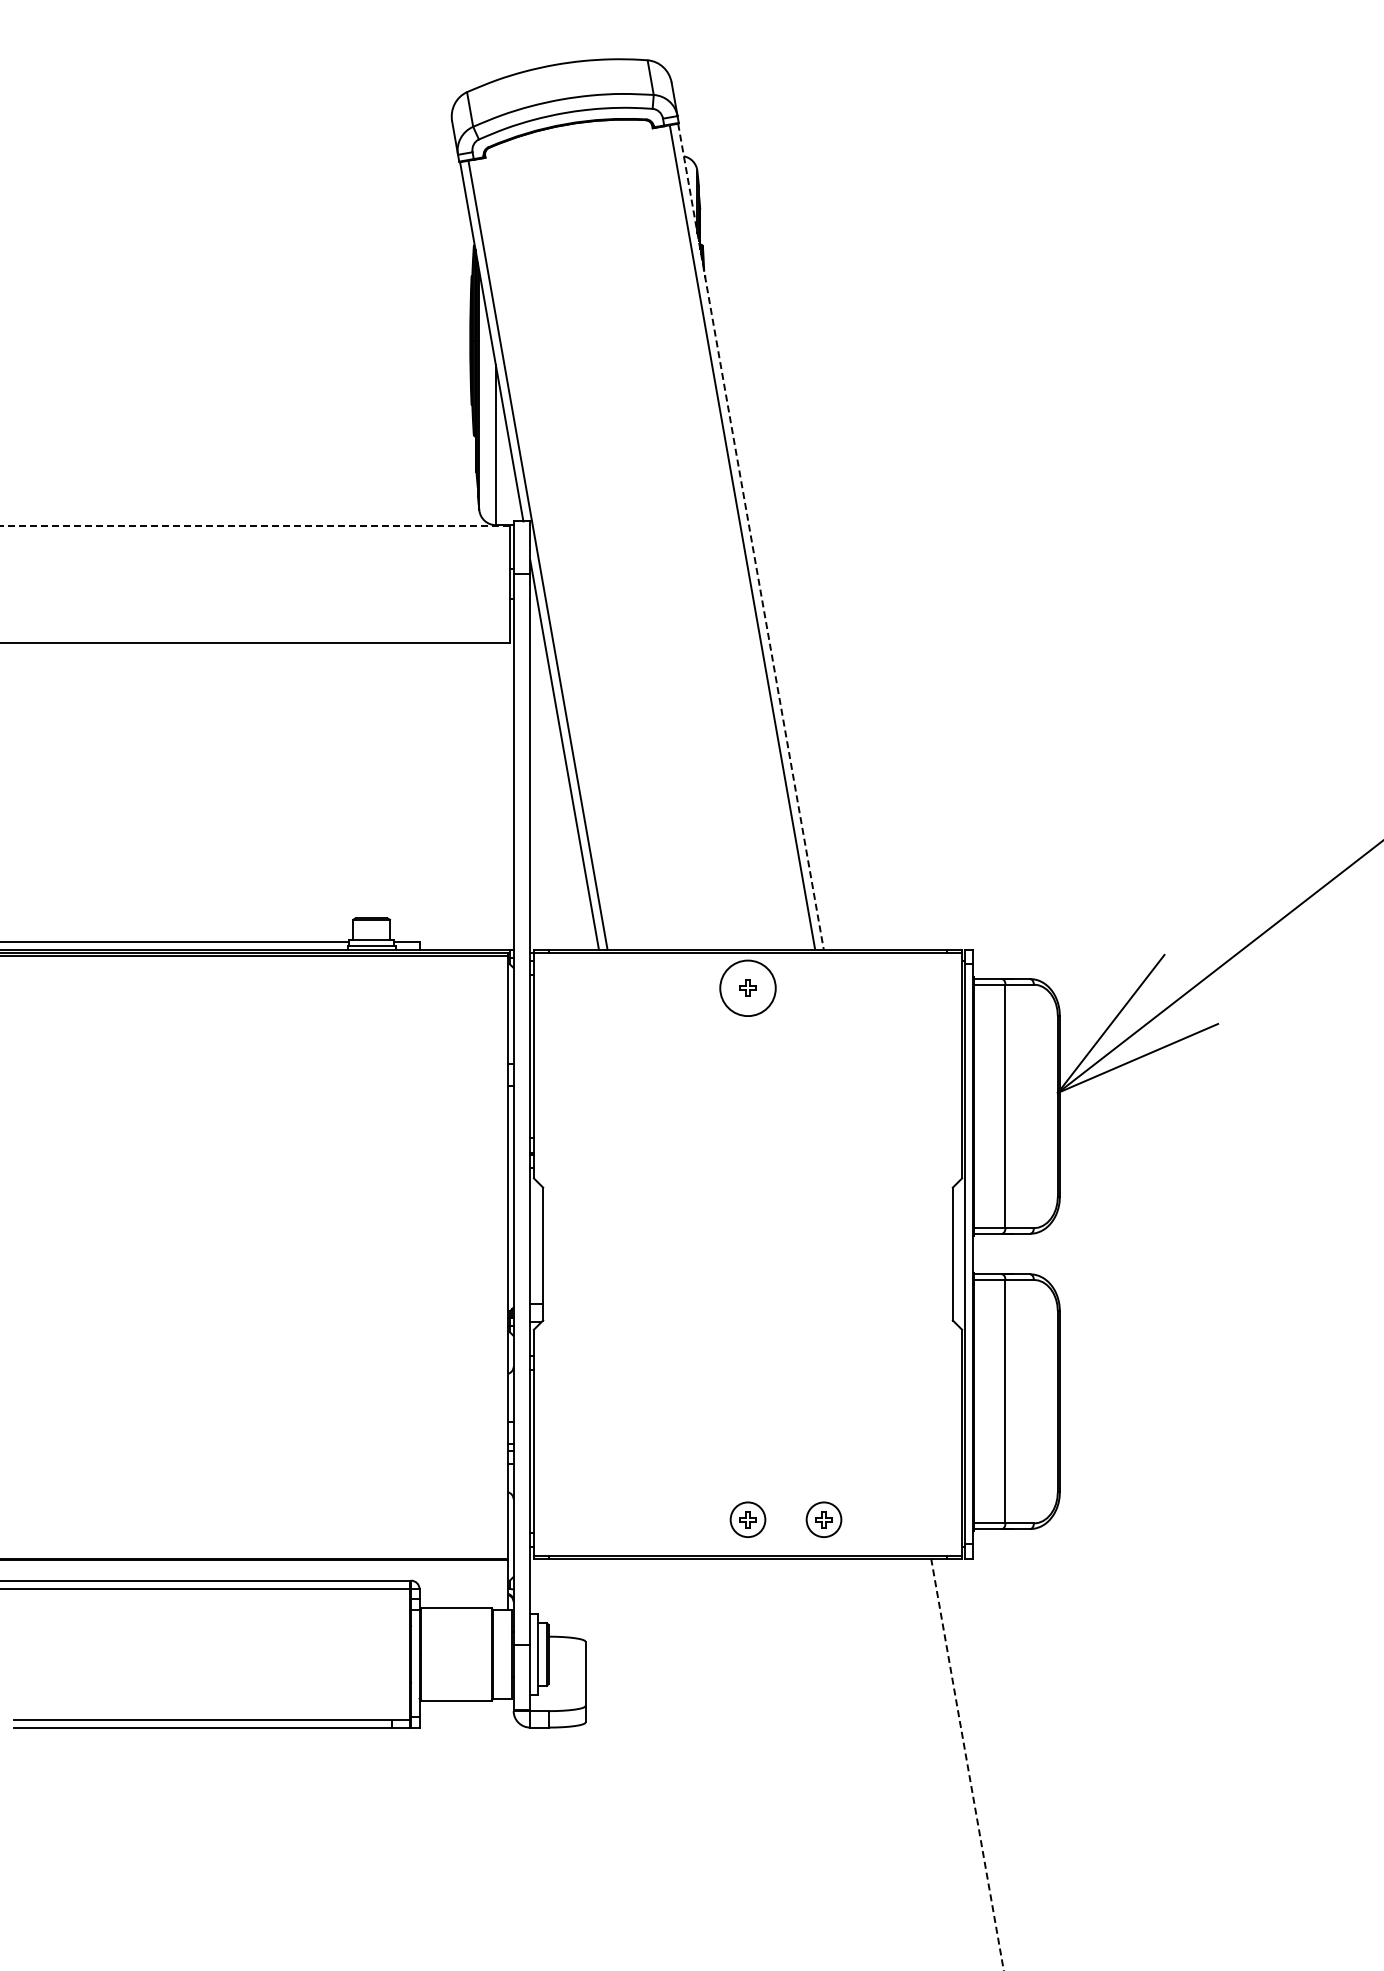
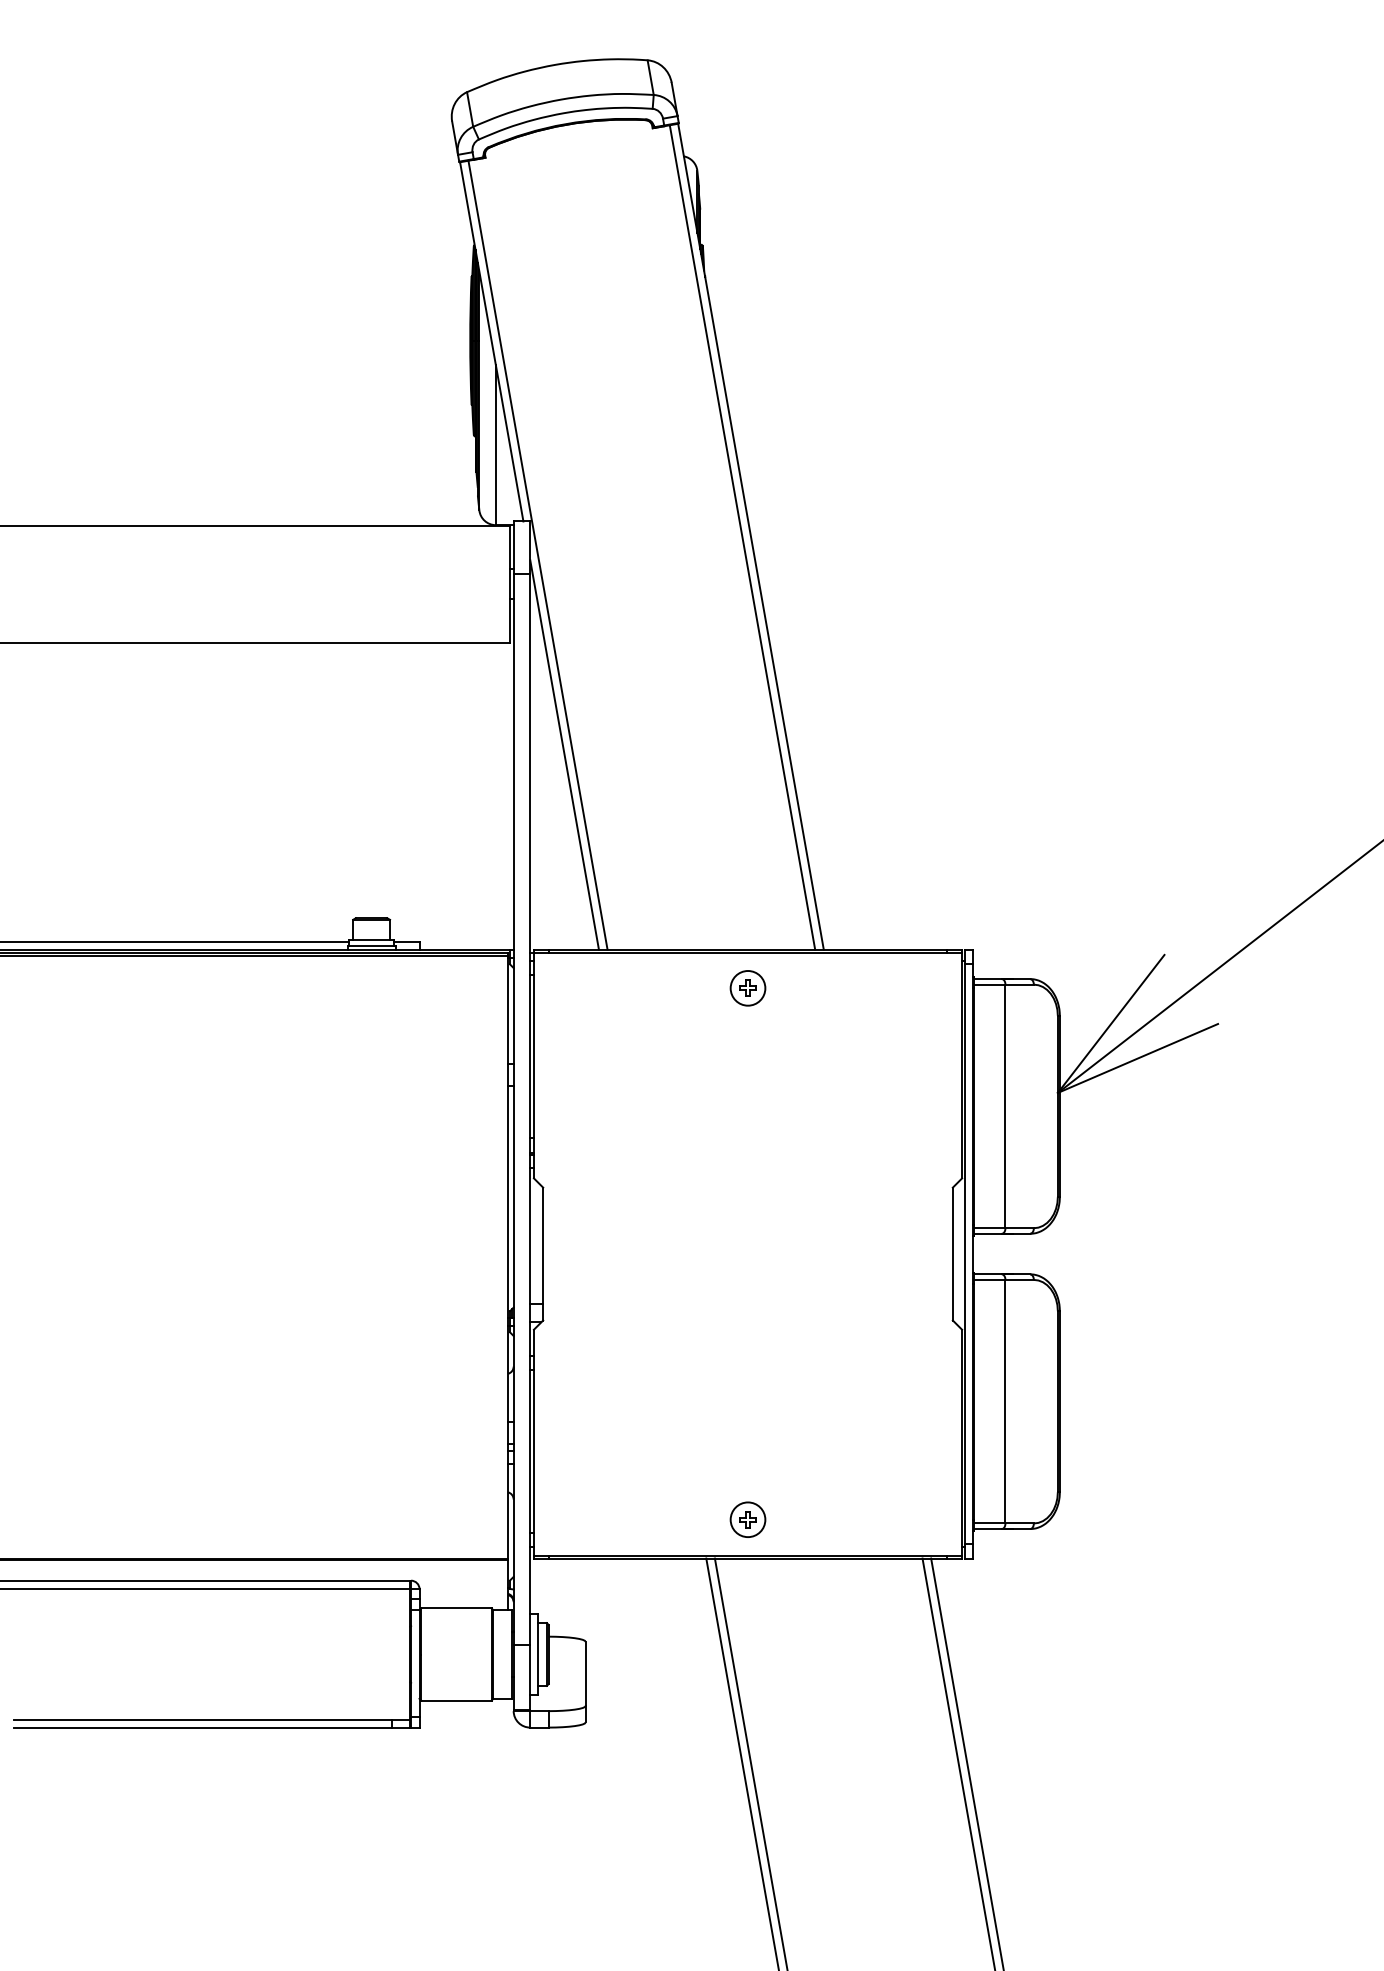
line at (254, 525): dashed -> solid
line at (751, 537): dashed -> solid
circle at (747, 988) diameter: 56 px -> 35 px
part at (823, 1519): present -> none
line at (742, 1762): none -> present
line at (750, 1762): none -> present
line at (958, 1762): none -> present
line at (967, 1764): dashed -> solid
